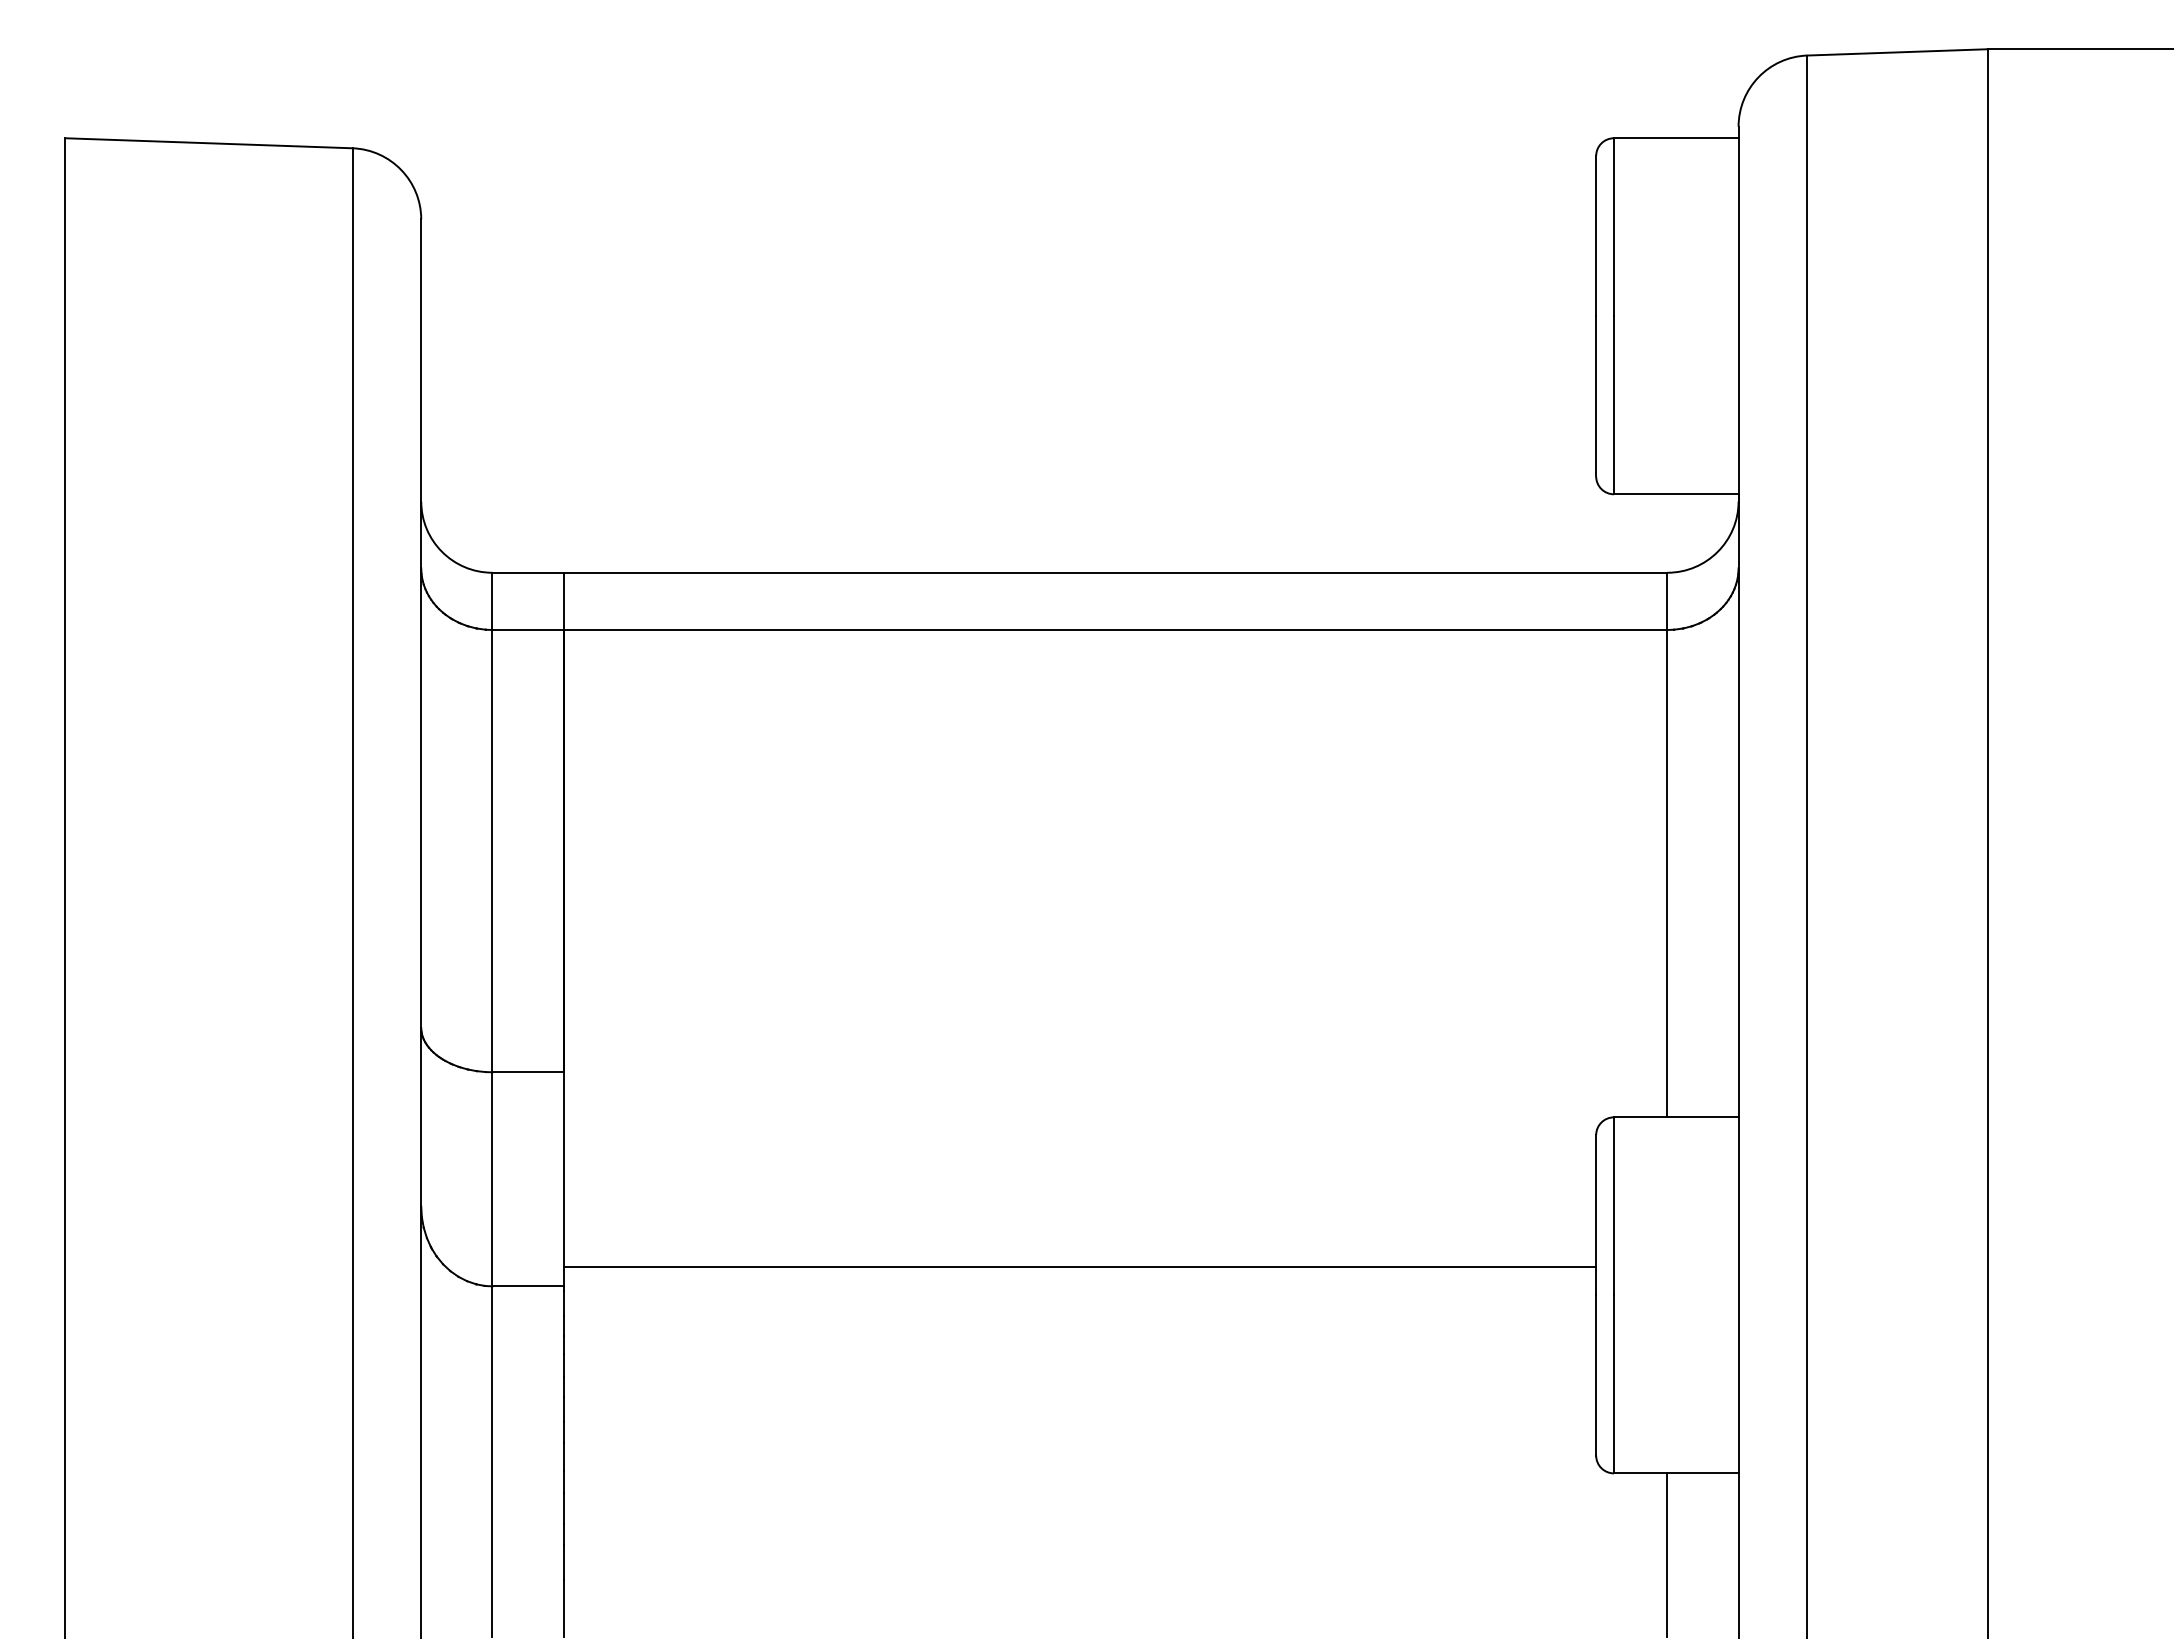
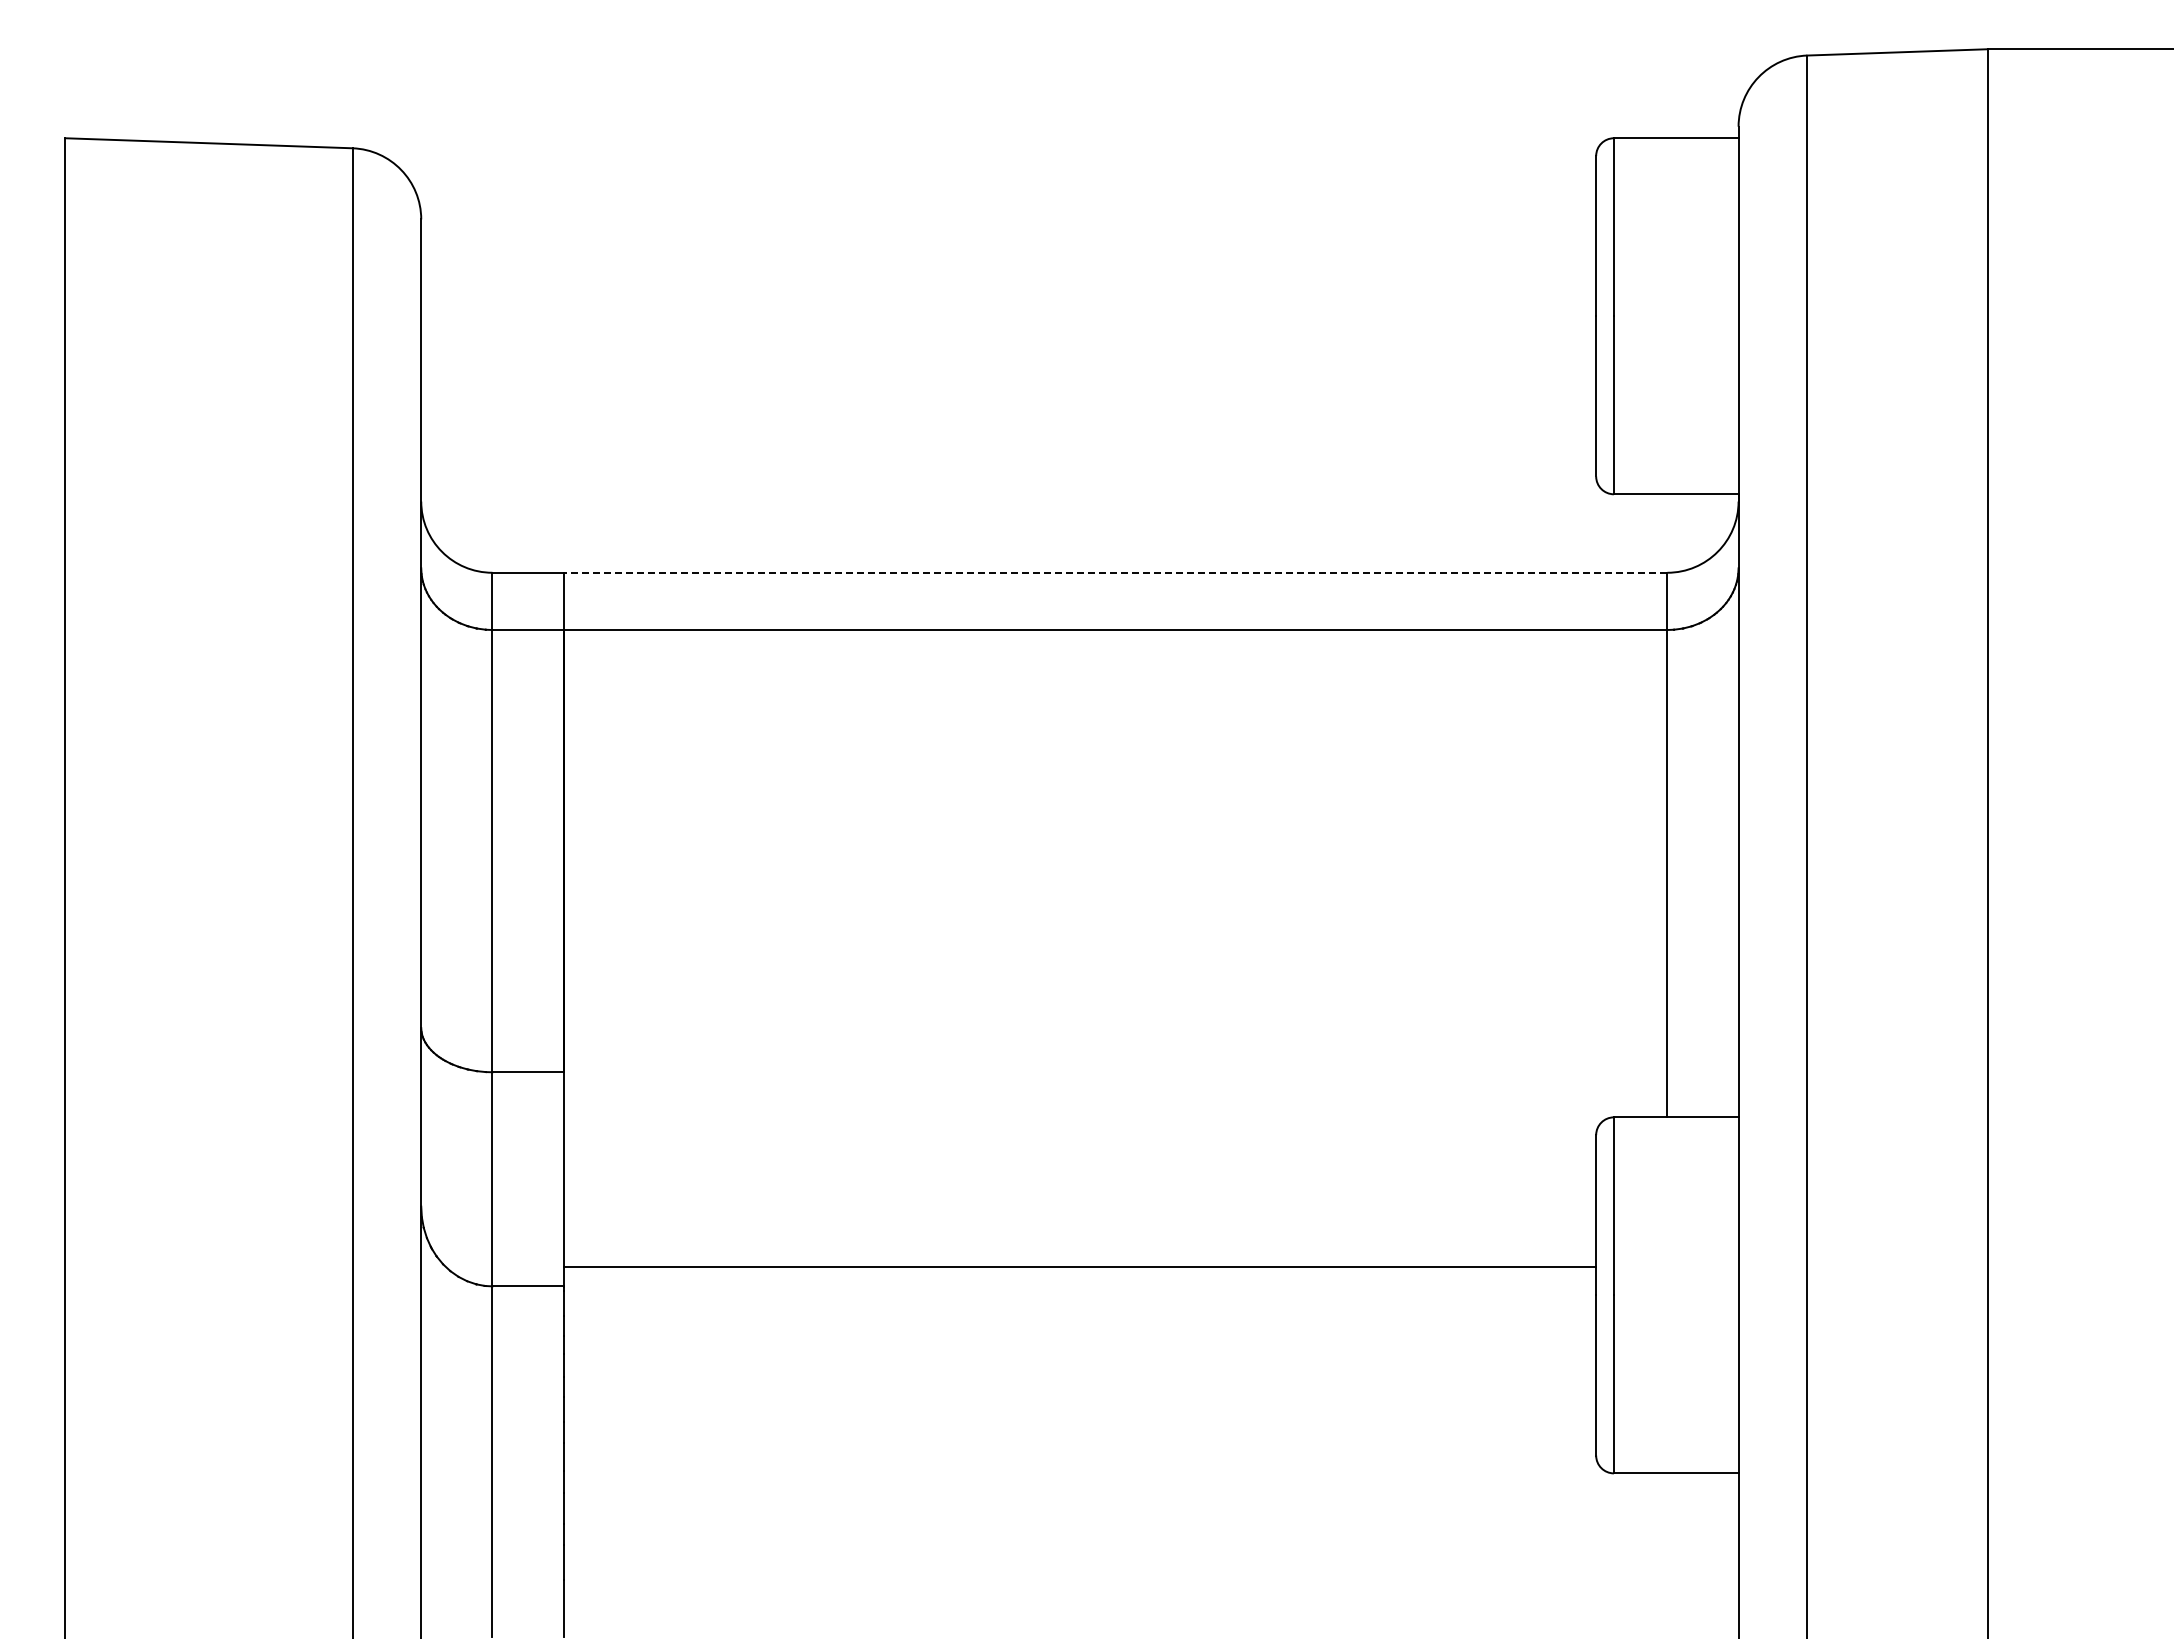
line at (1115, 572): solid -> dashed
line at (1667, 1554): present -> none
